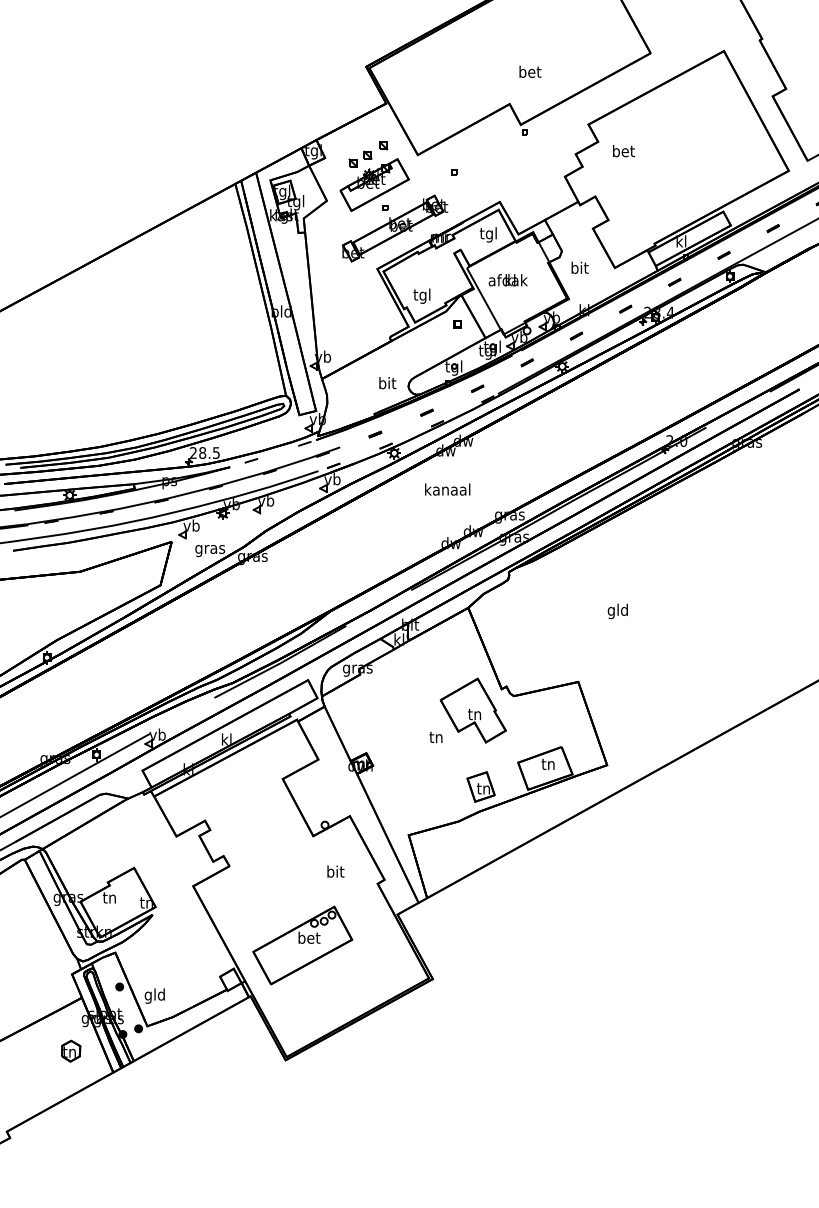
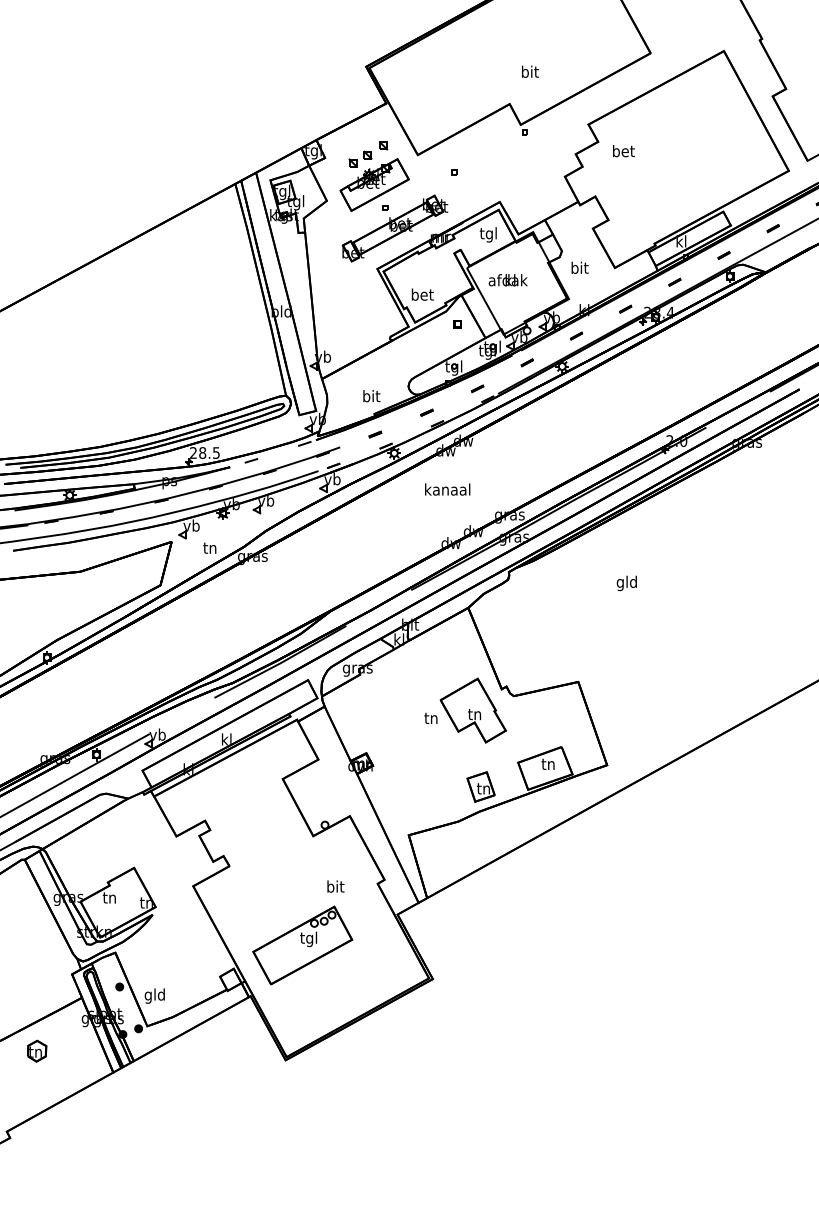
text at (530, 71): bet -> bit
text at (422, 295): tgl -> bet
text at (387, 383) position: (387, 383) -> (371, 396)
text at (210, 549): gras -> tn
text at (617, 611) position: (617, 611) -> (626, 583)
text at (435, 736) position: (435, 736) -> (430, 717)
text at (335, 871) position: (335, 871) -> (335, 886)
text at (309, 939): bet -> tgl
part at (71, 1050) position: (71, 1050) -> (37, 1050)
